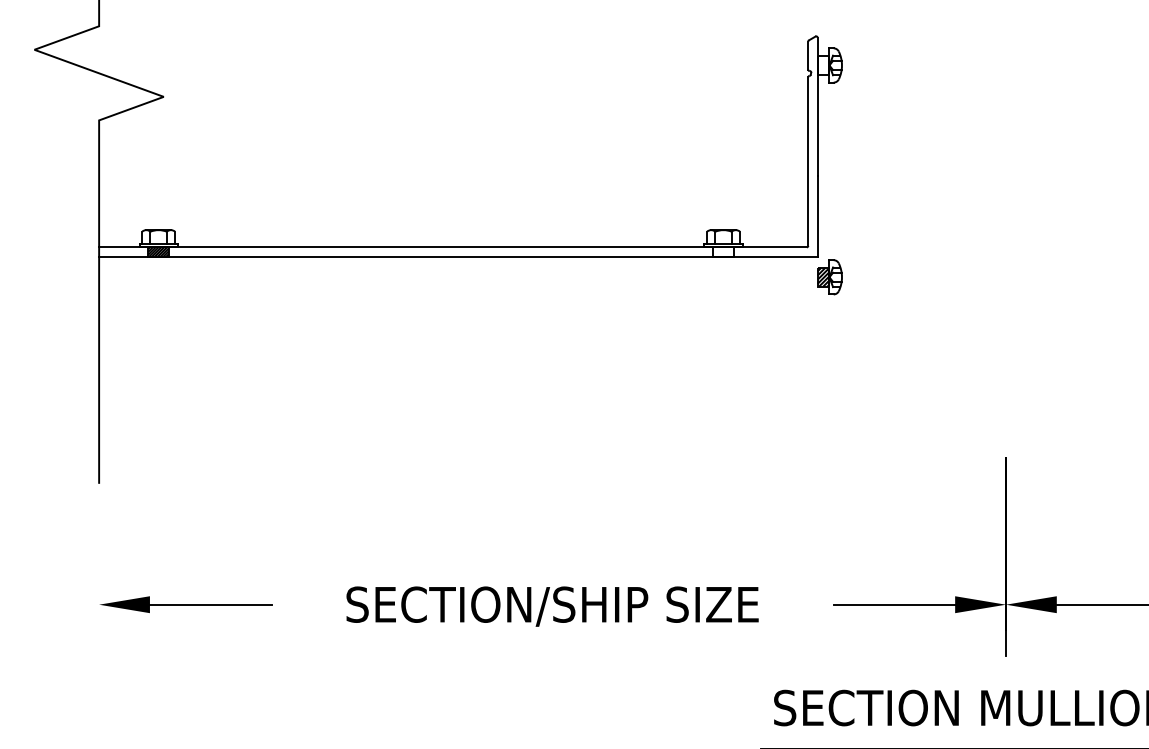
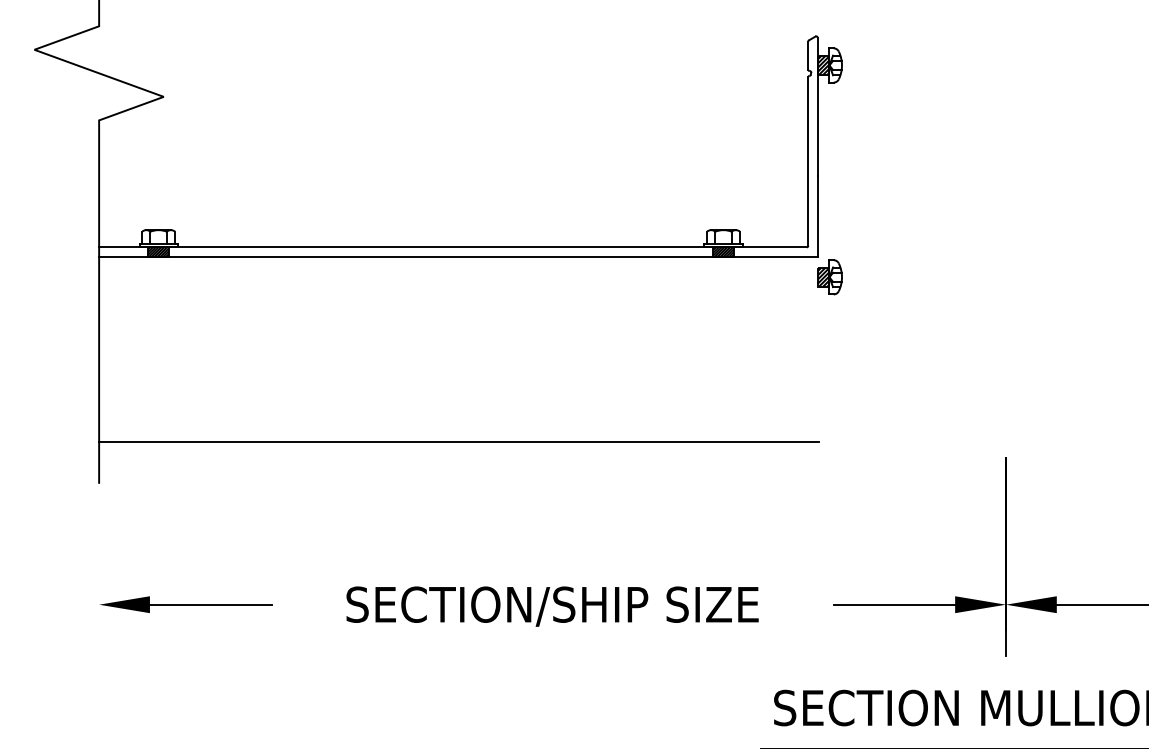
hatch at (823, 65): none -> present
hatch at (723, 251): none -> present
line at (459, 442): none -> present
